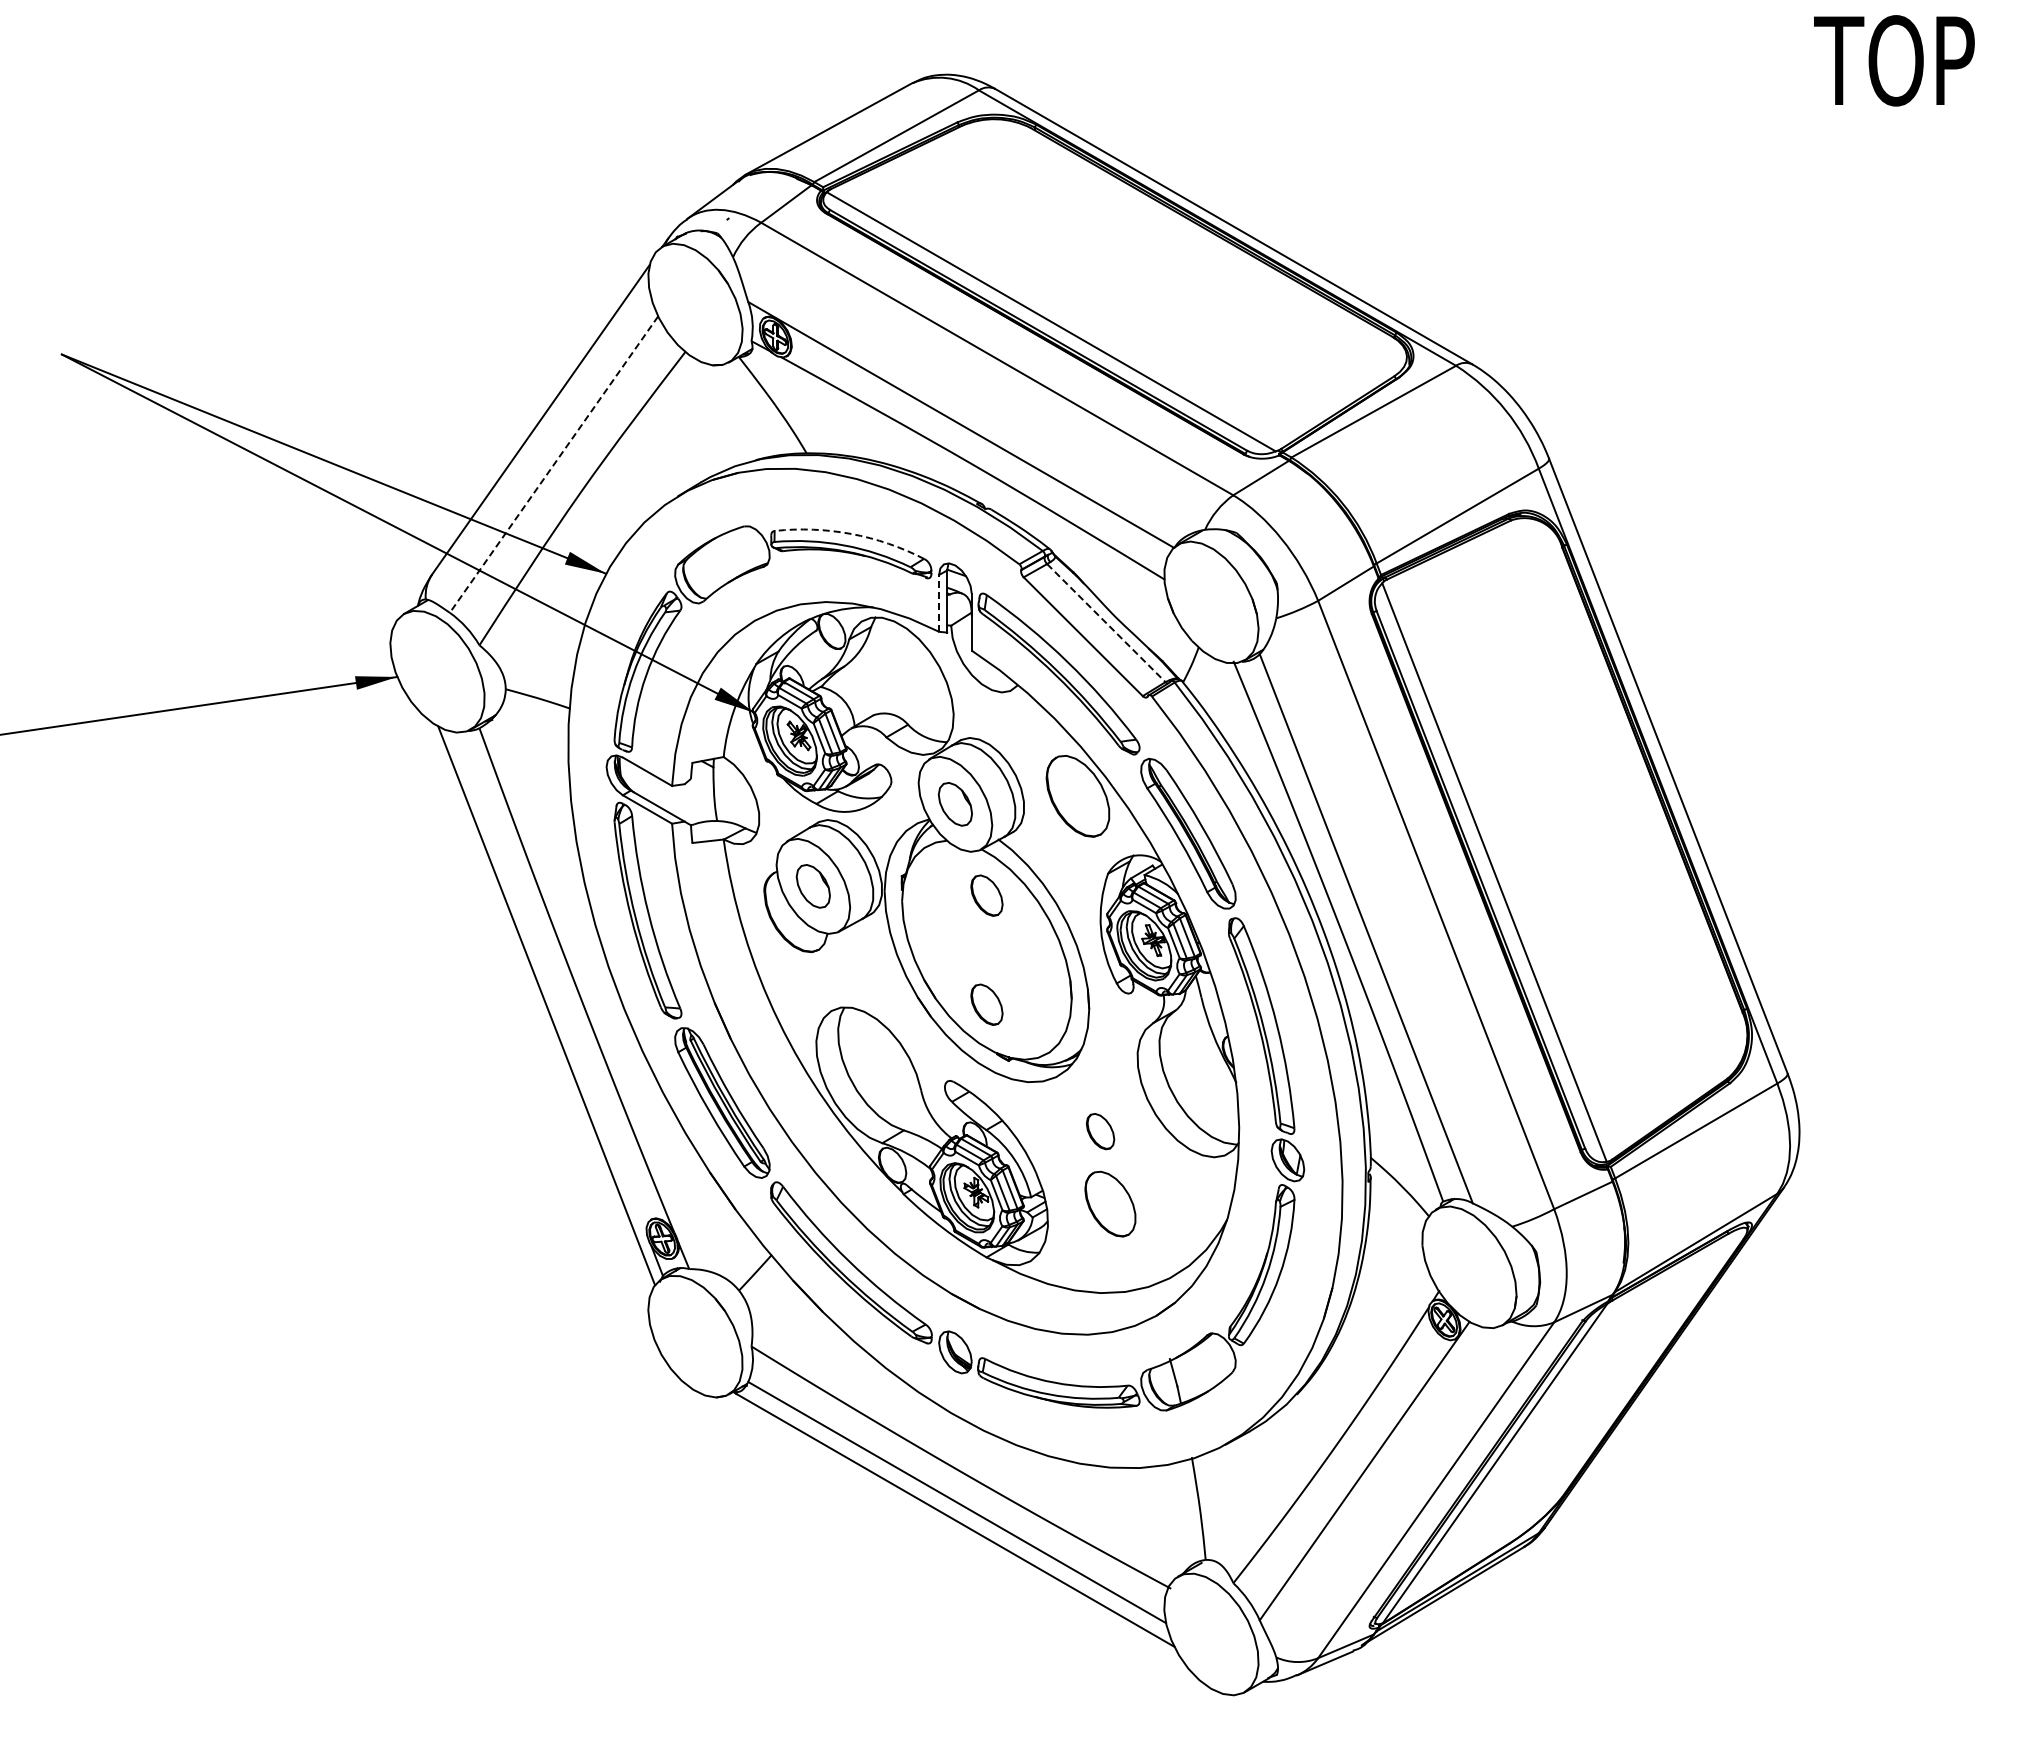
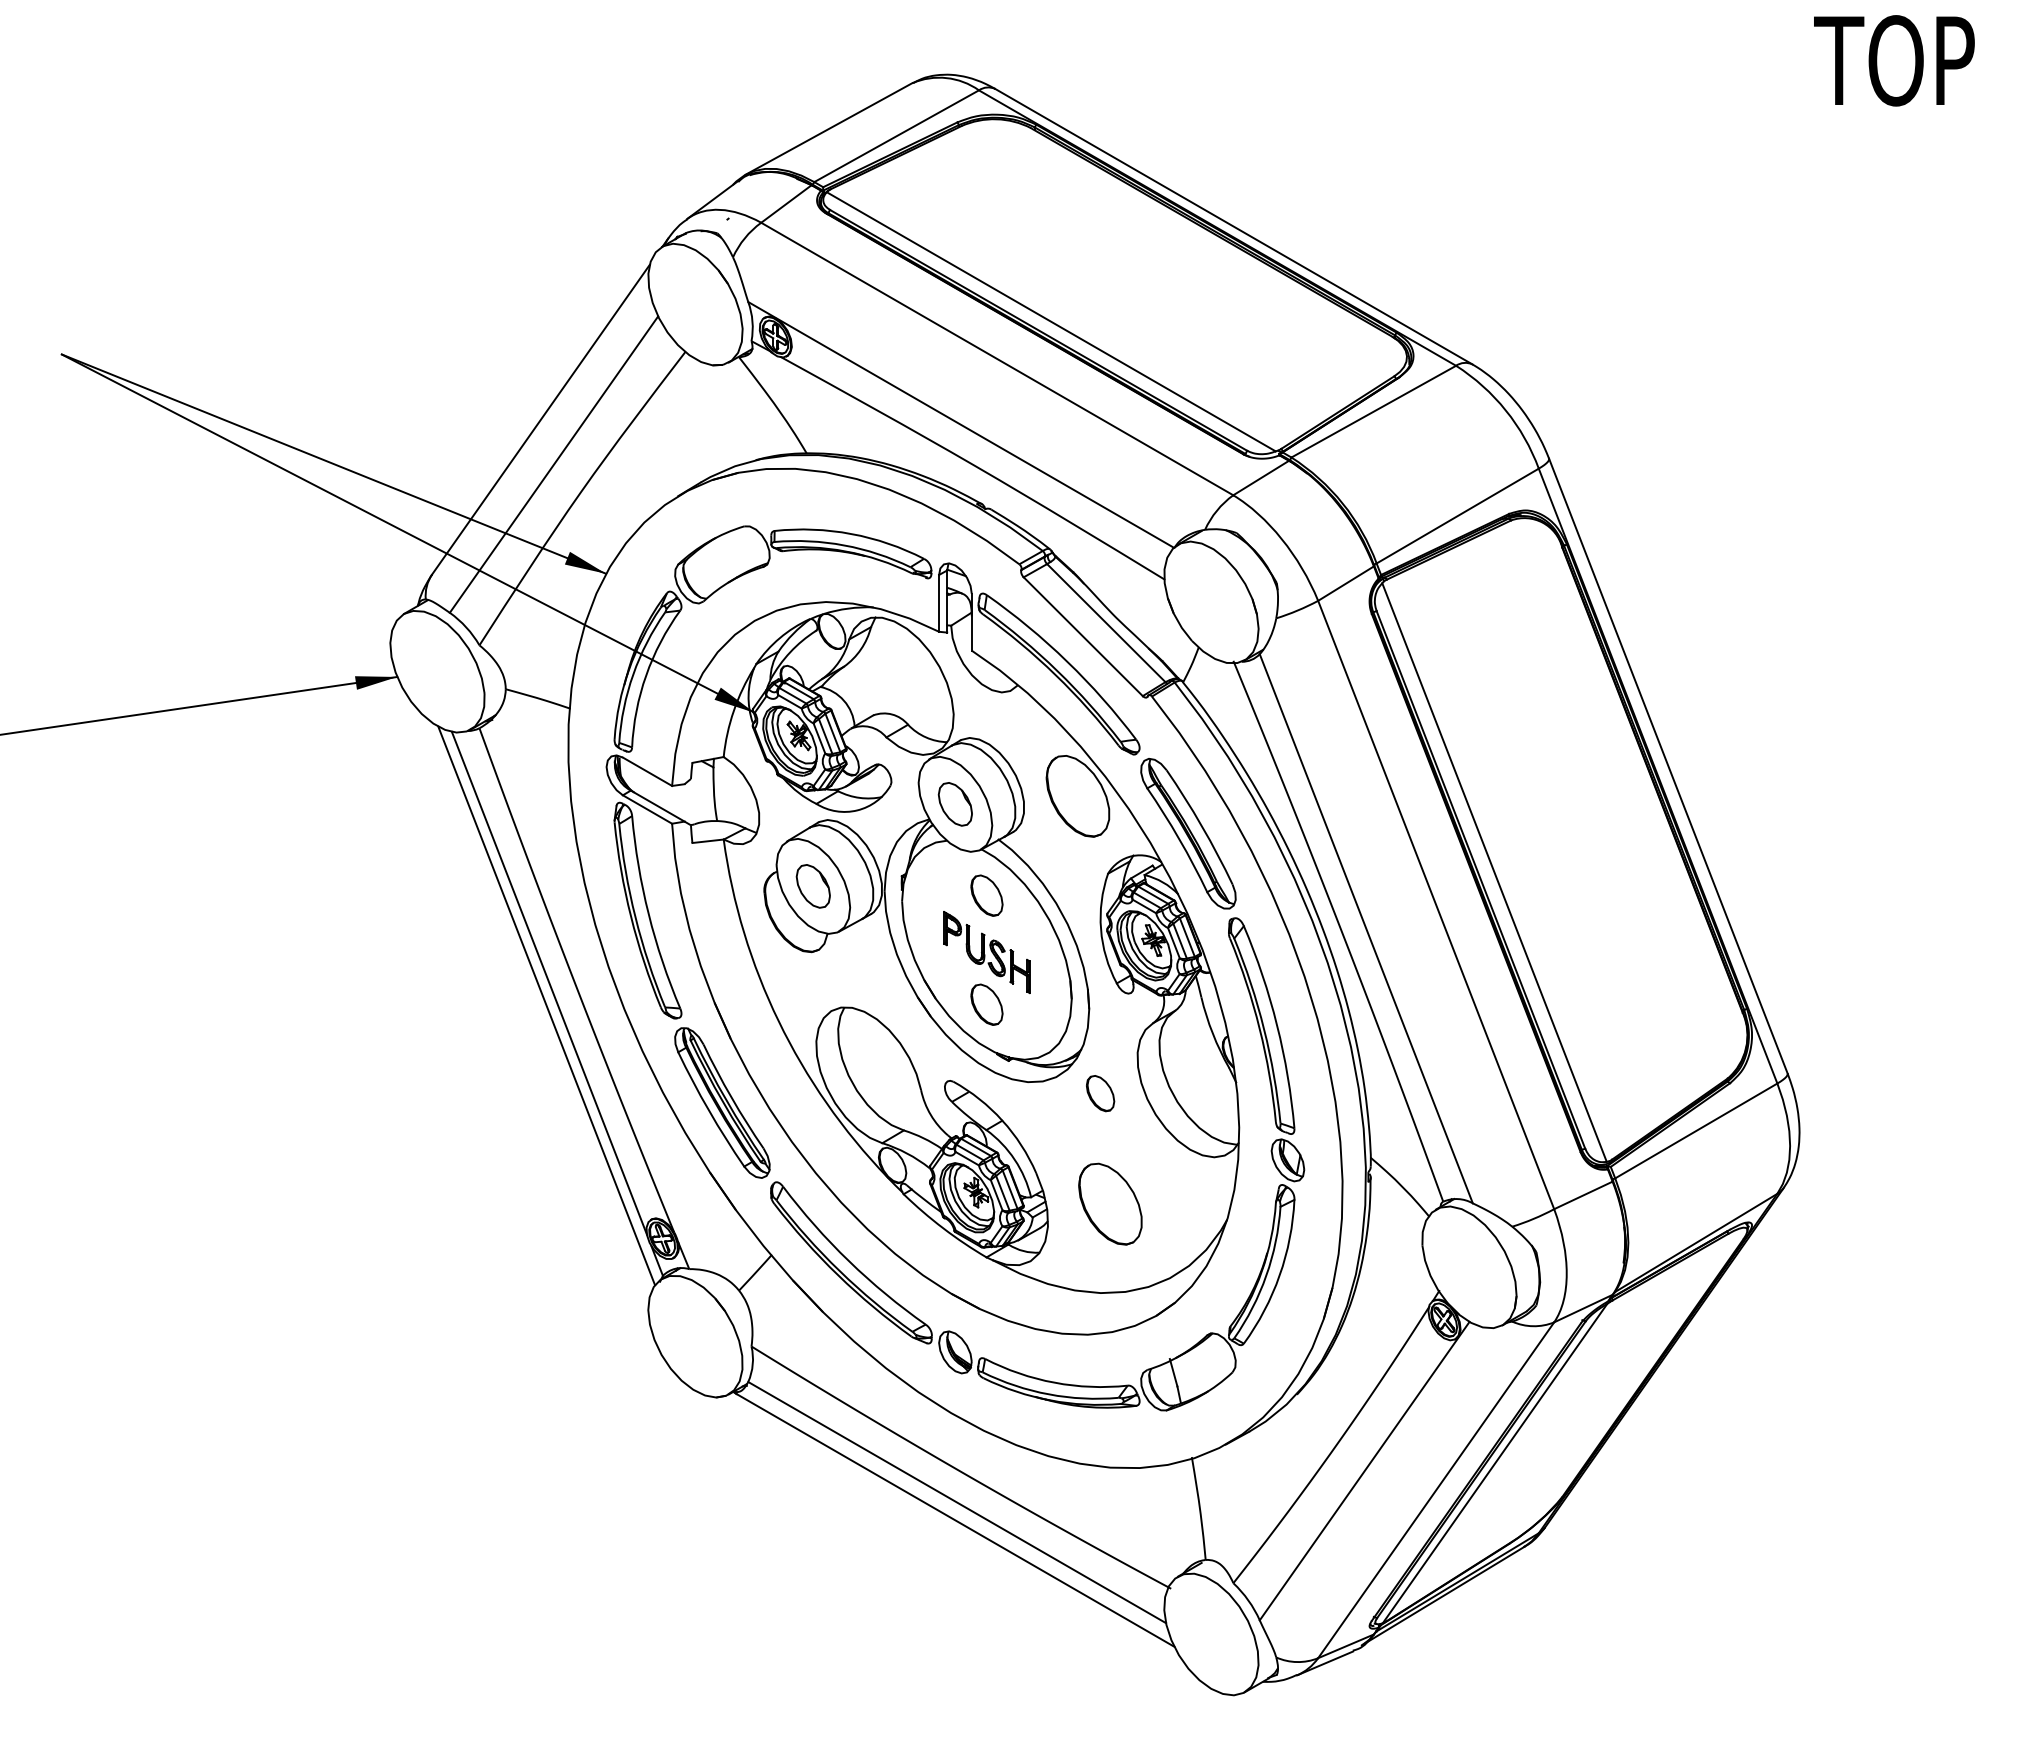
line at (553, 465): dashed -> solid
arc at (851, 533): dashed -> solid
line at (939, 602): dashed -> solid
line at (1106, 623): dashed -> solid
part at (986, 952): none -> present
line at (548, 982): none -> present
part at (1100, 1131) position: (1100, 1131) -> (1100, 1093)
part at (1110, 1203) size: 53x68 px -> 65x84 px
